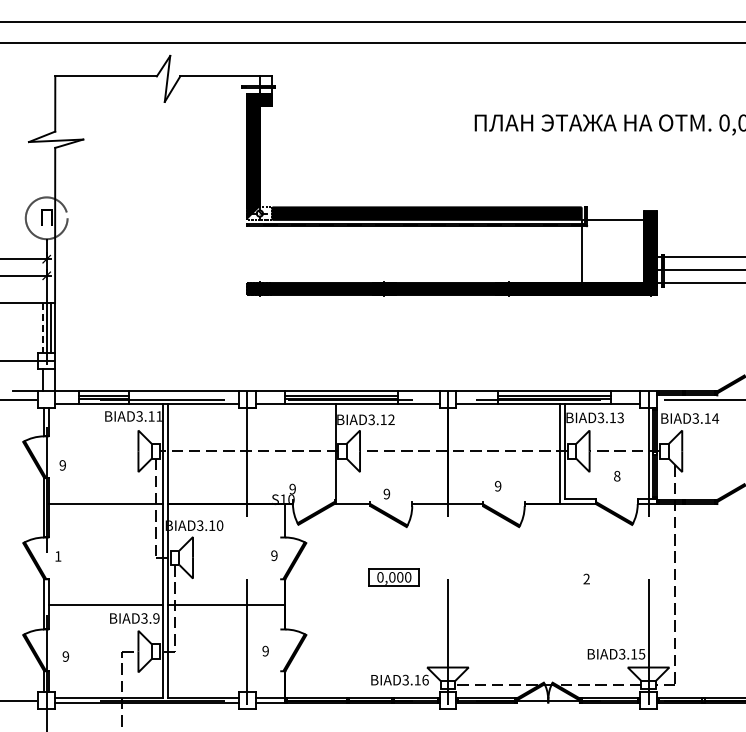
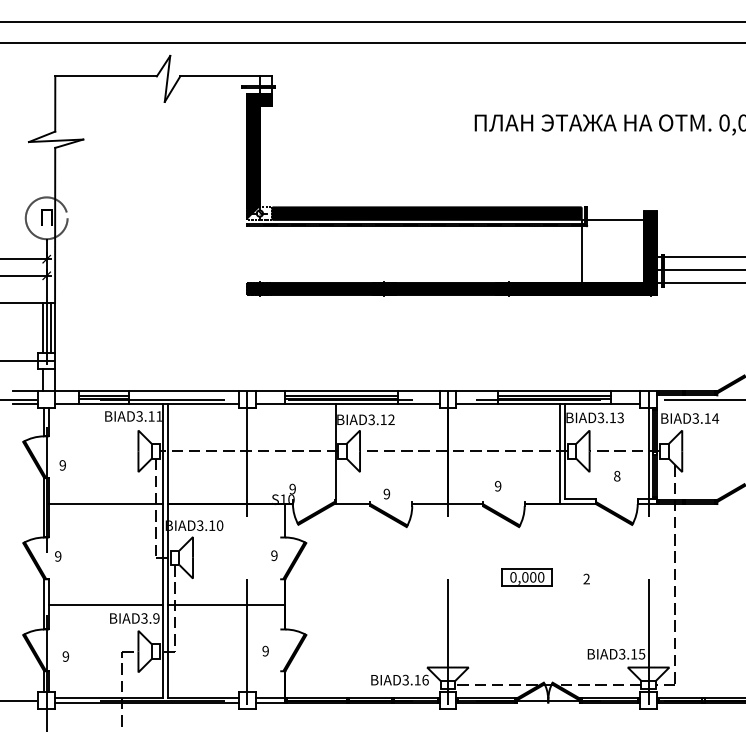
line at (42, 328): dashed -> solid
line at (25, 403): none -> present
text at (58, 556): 1 -> 9
part at (393, 577) position: (393, 577) -> (526, 577)
